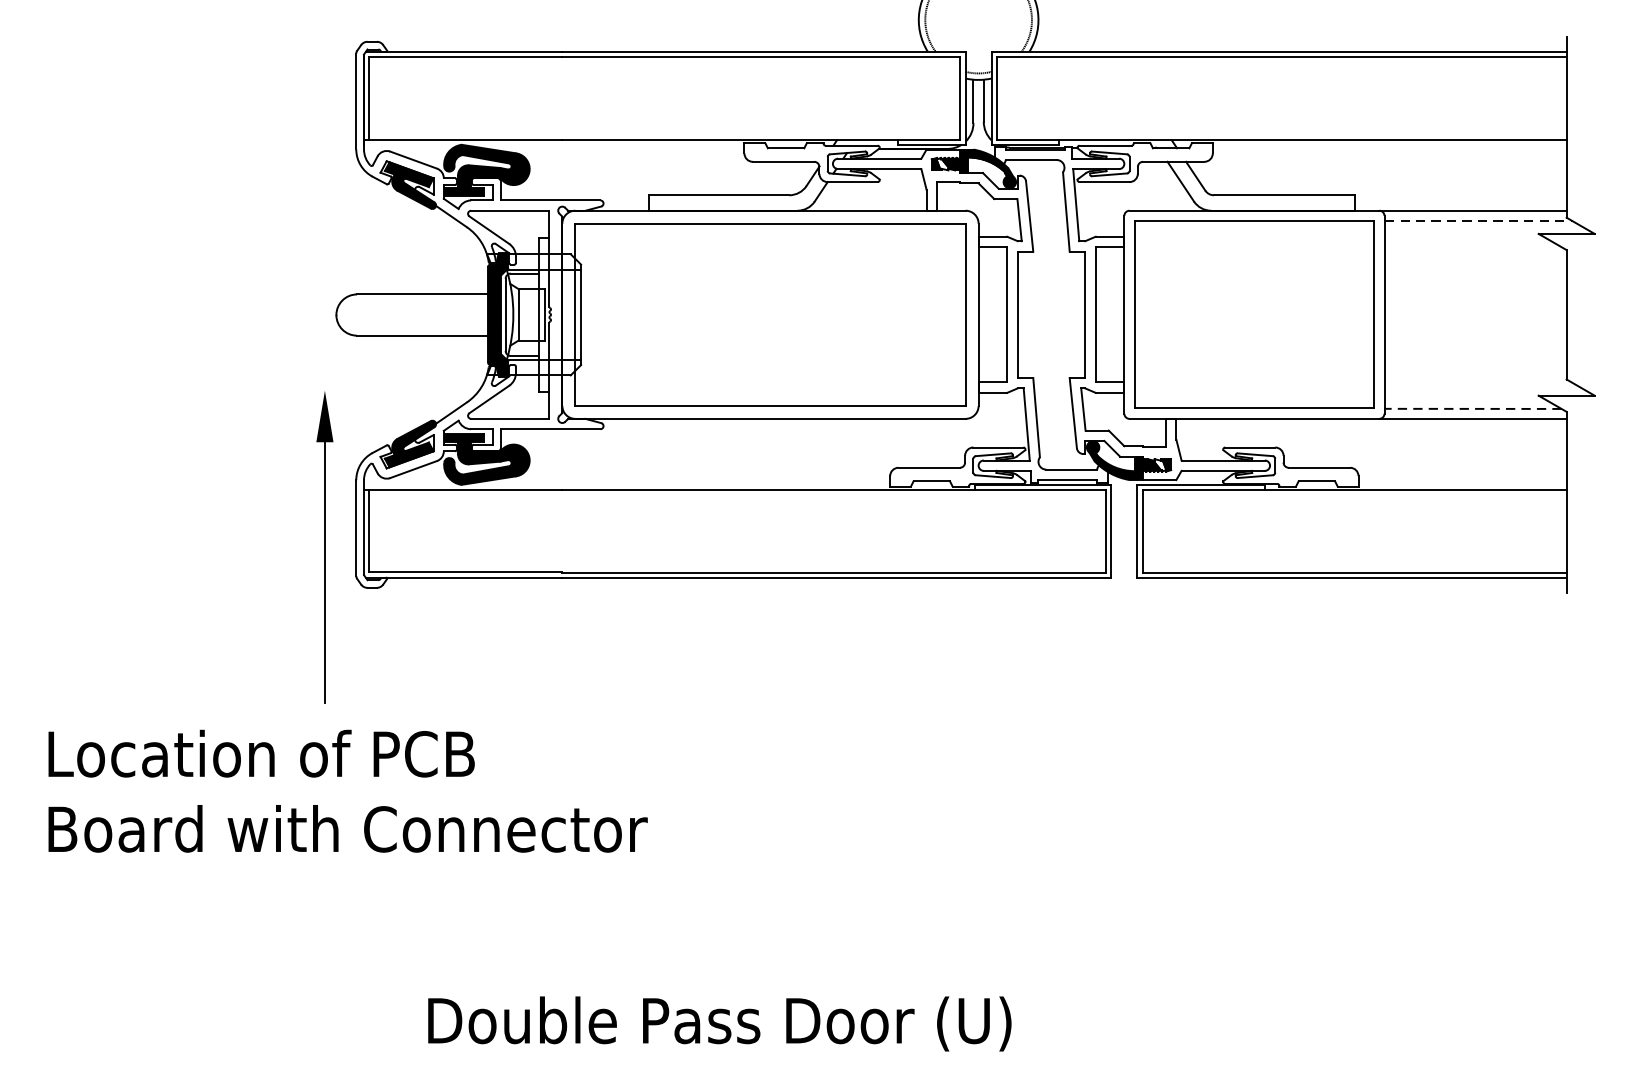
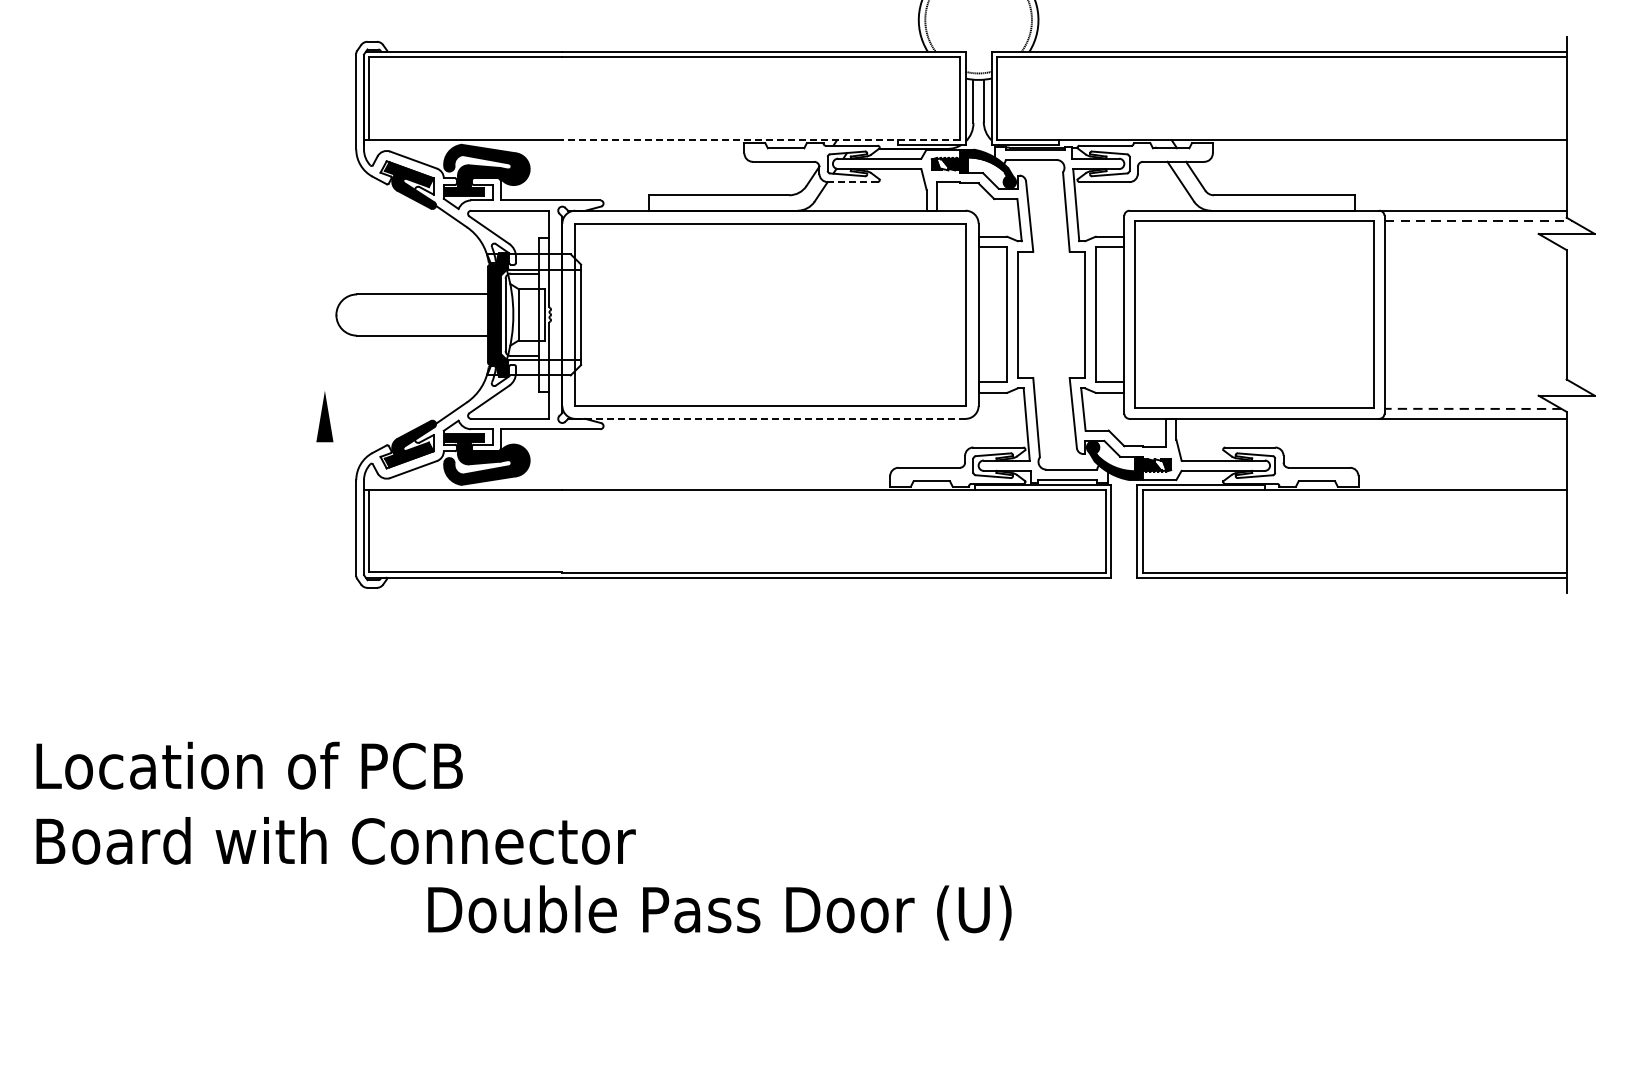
line at (760, 139): solid -> dashed
line at (852, 182): solid -> dashed
line at (769, 418): solid -> dashed
line at (324, 572): present -> none
text at (347, 790) position: (347, 790) -> (335, 802)
text at (719, 1023) position: (719, 1023) -> (719, 912)
